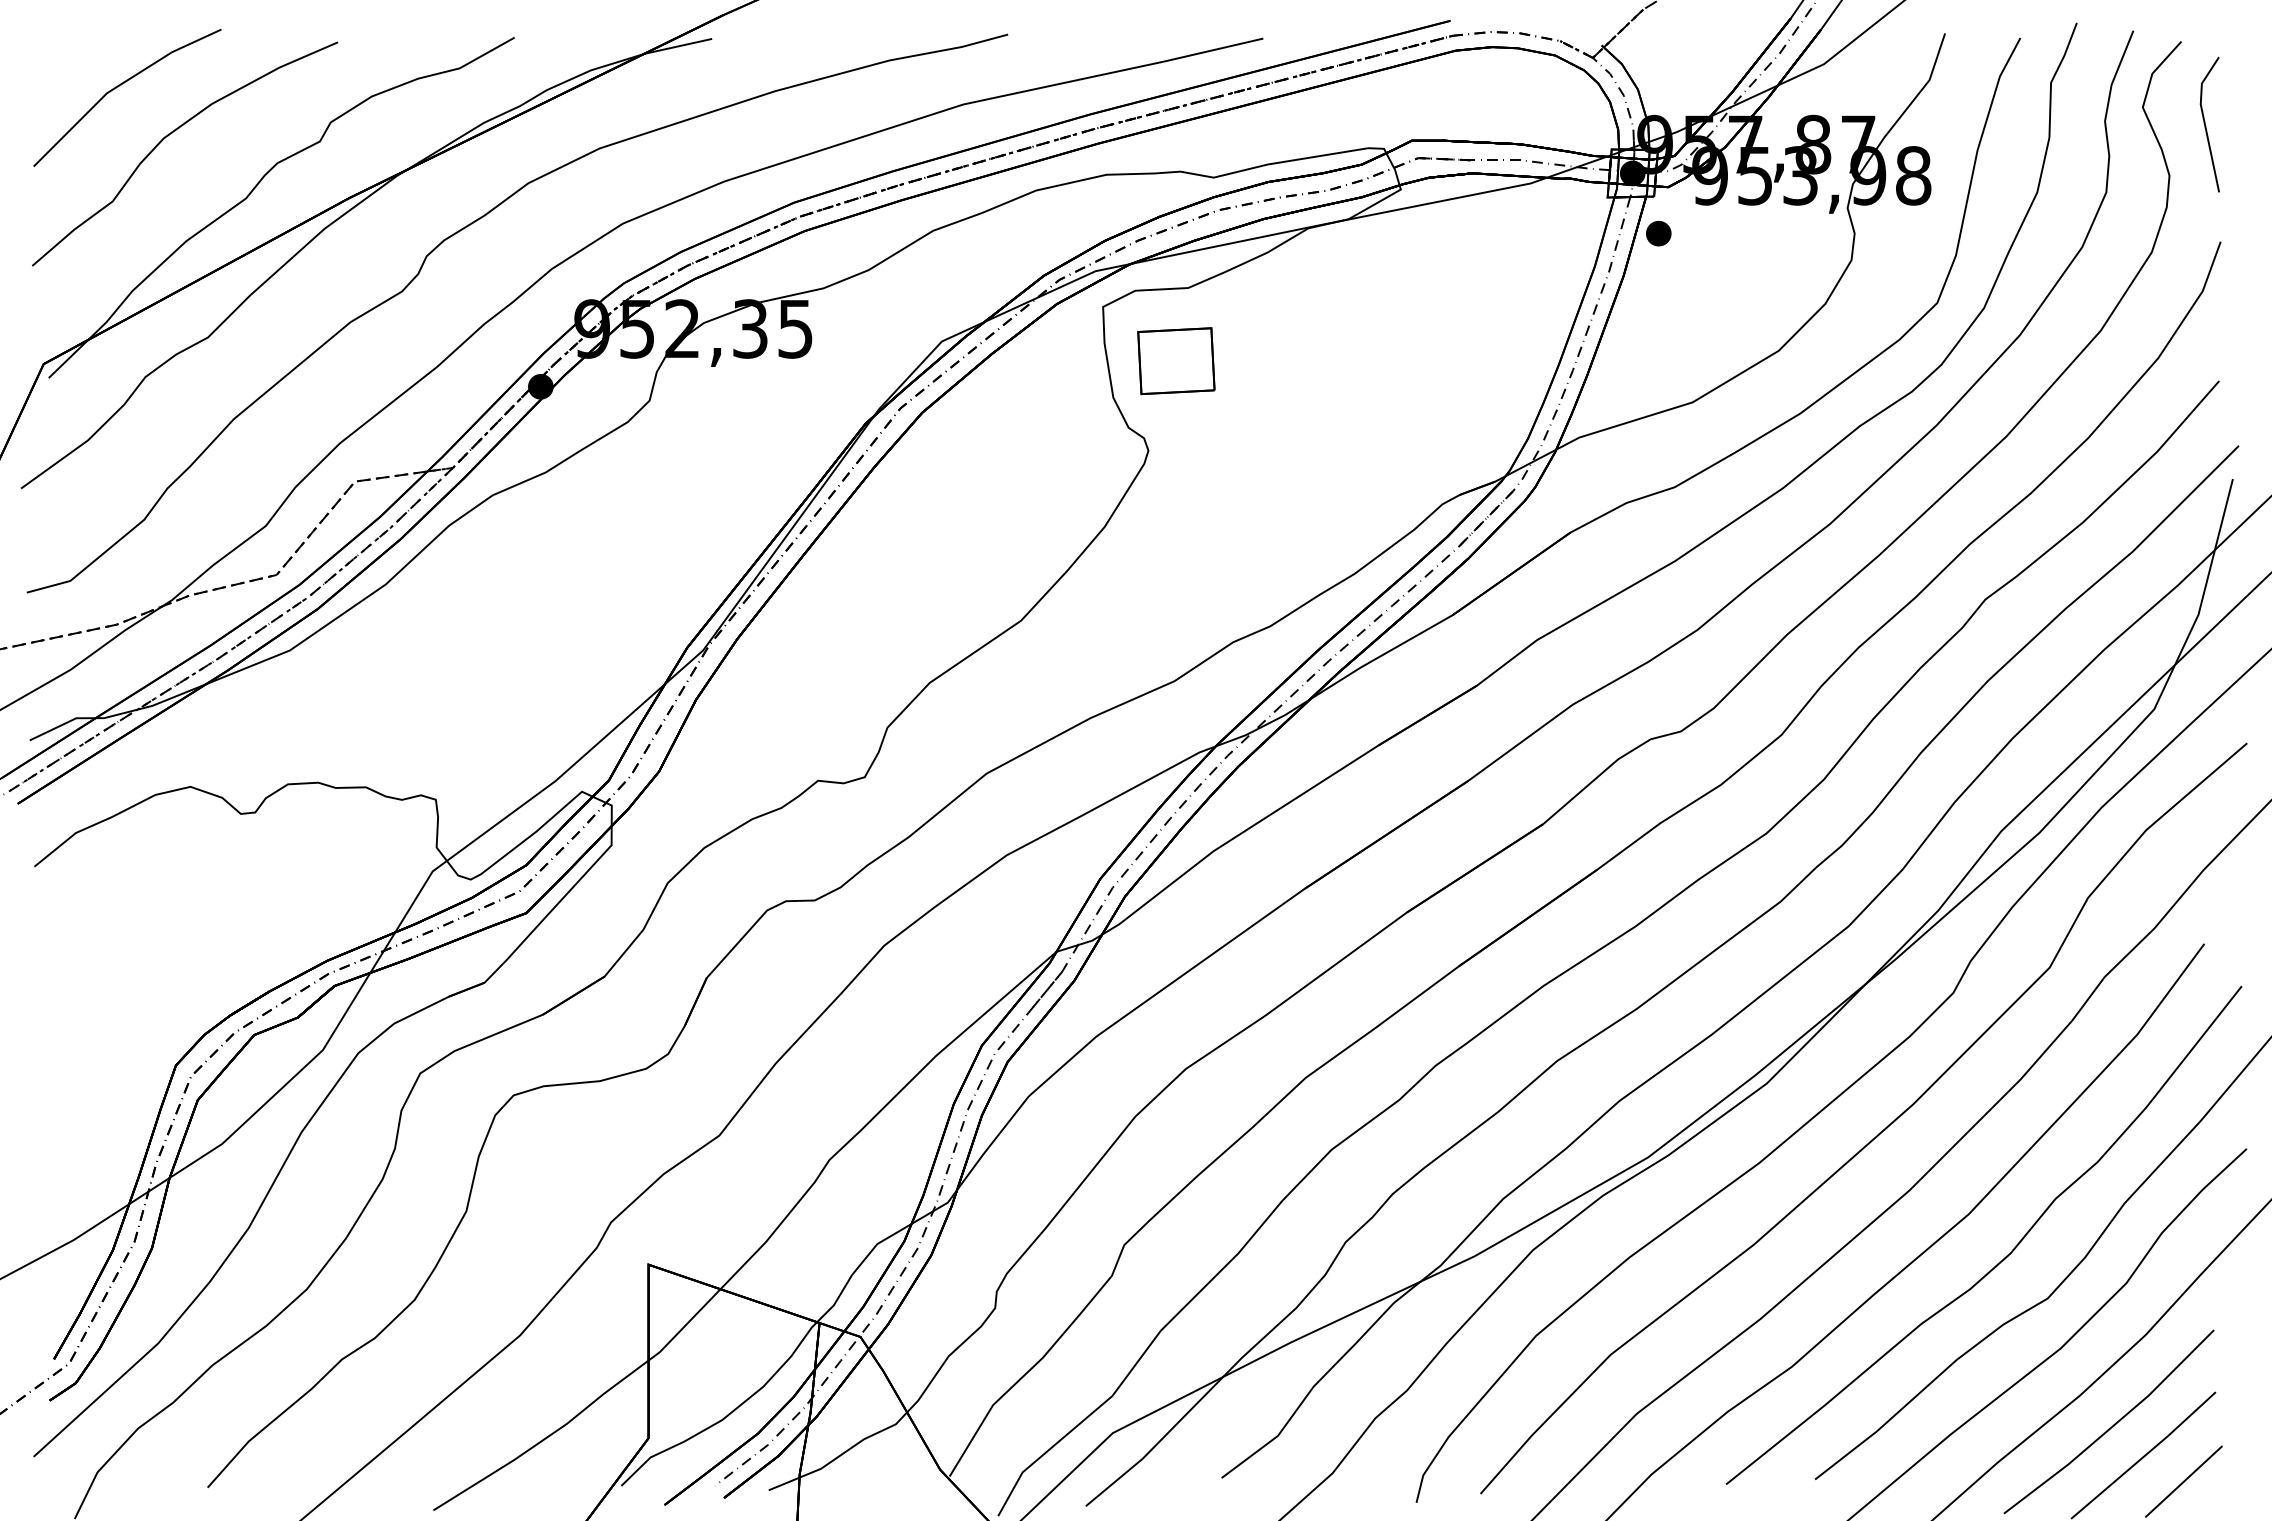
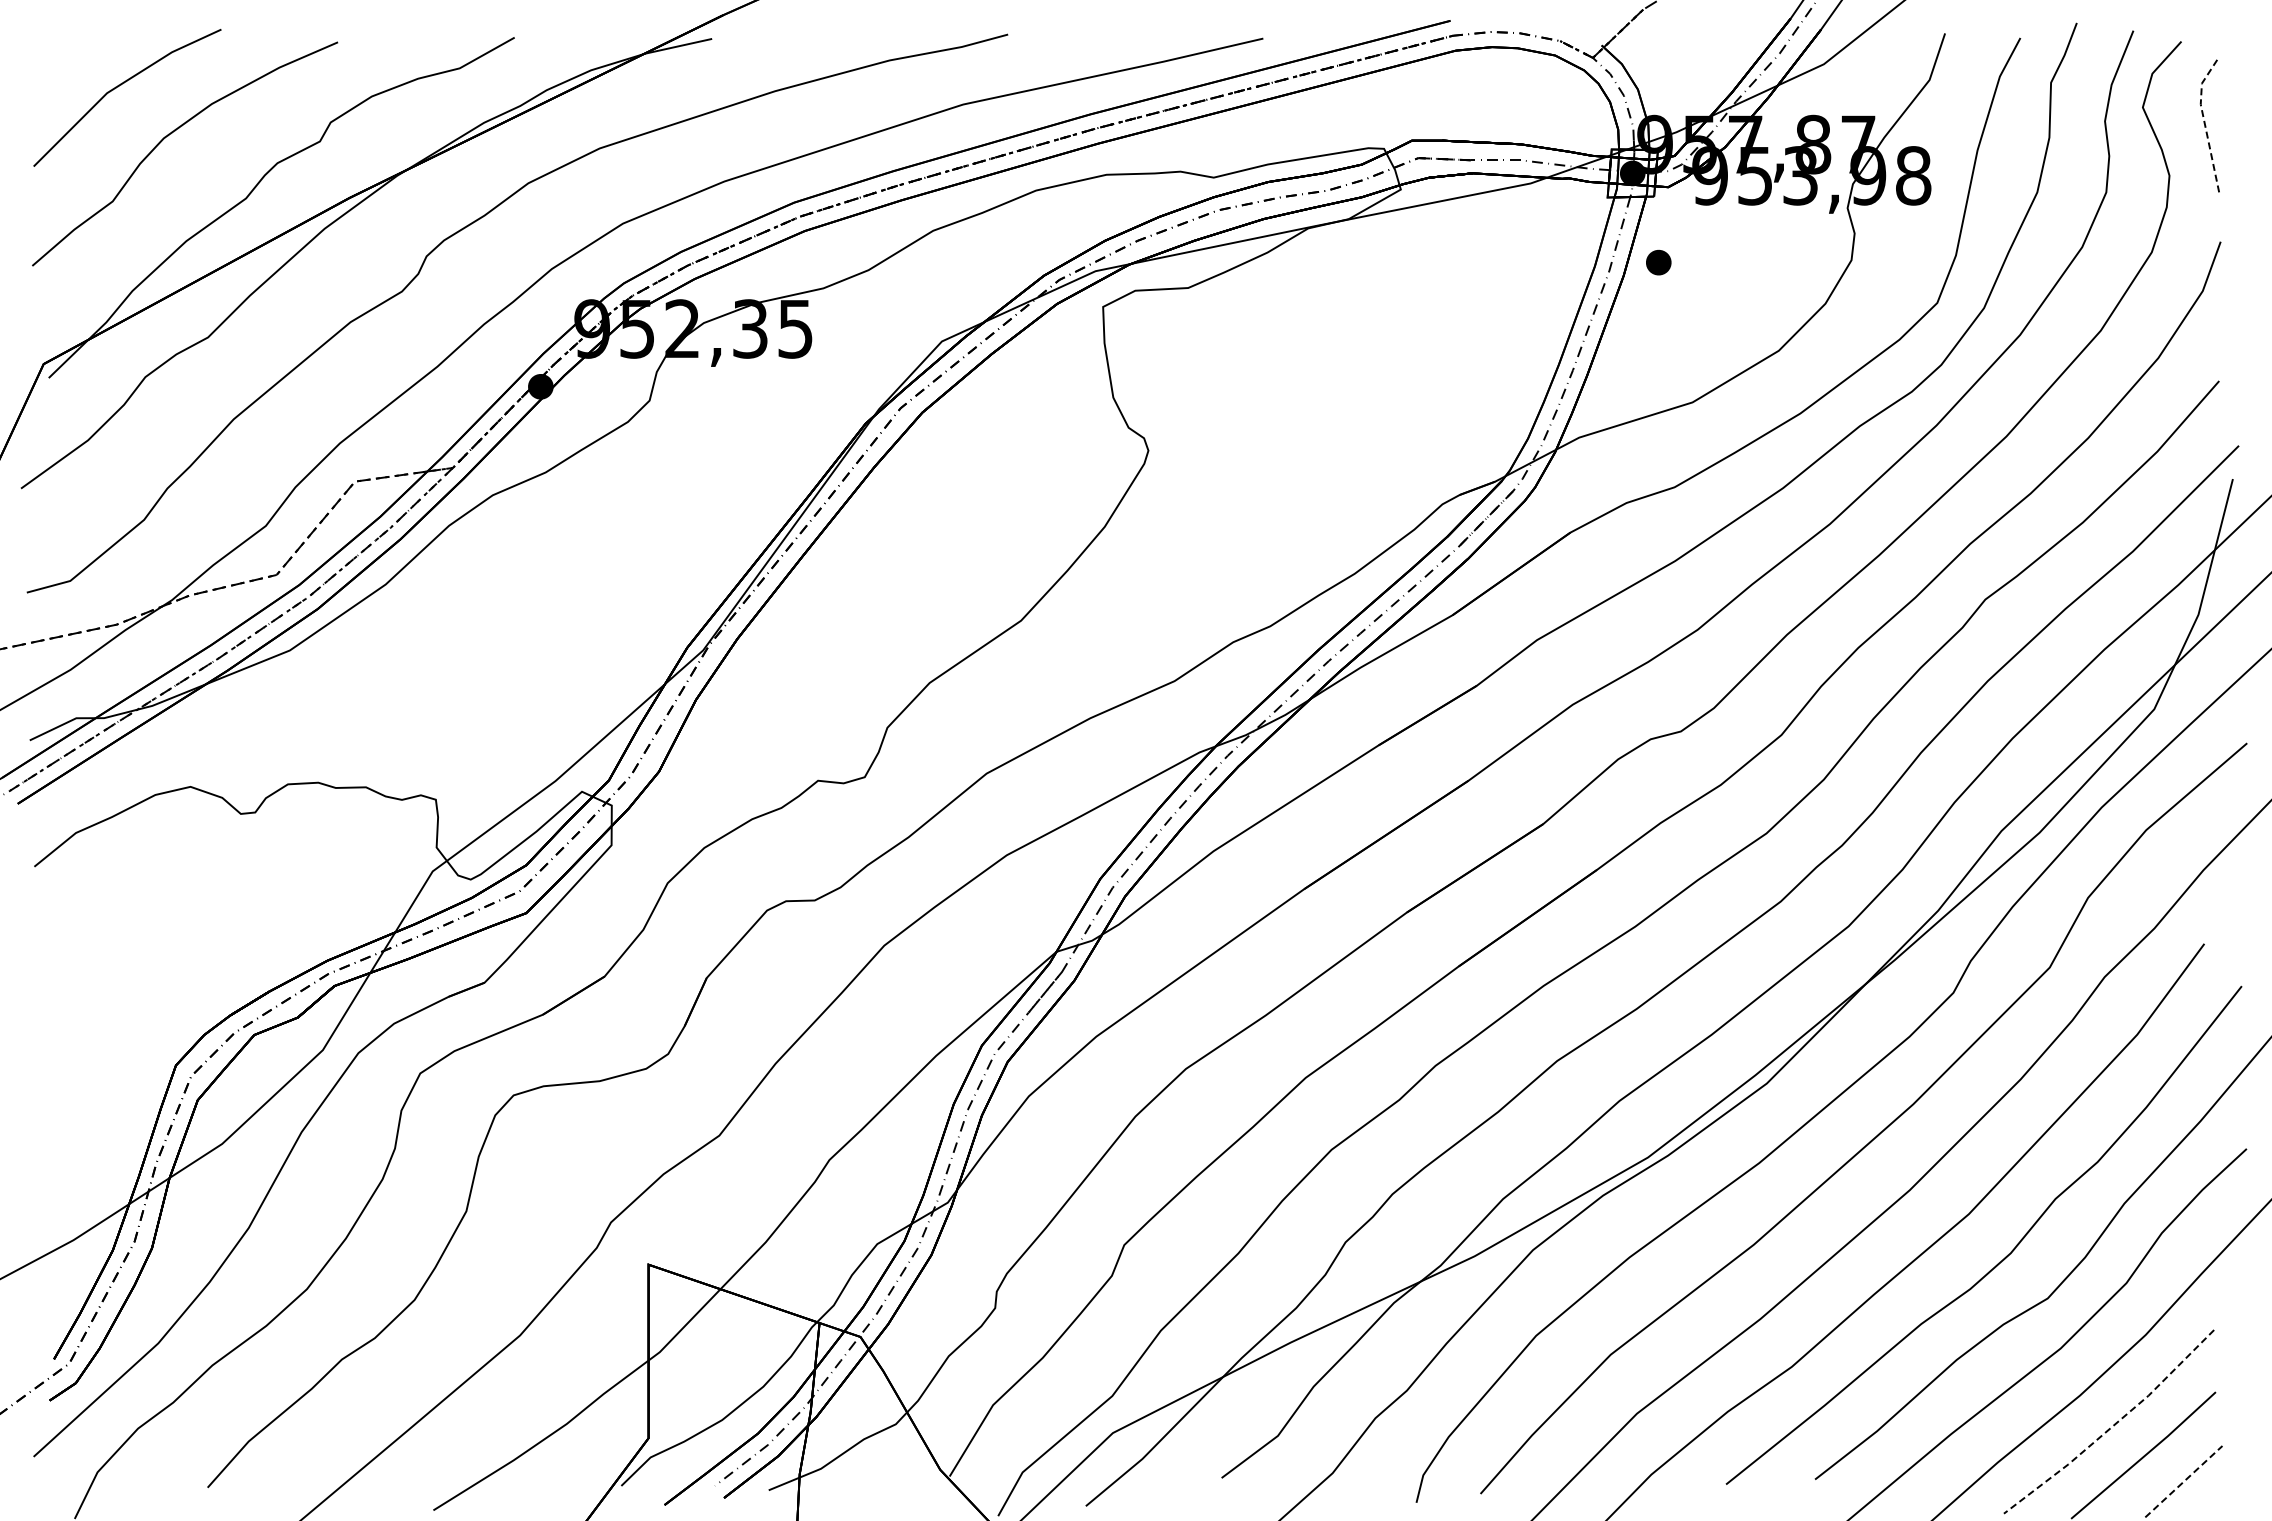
line at (2204, 121): solid -> dashed
part at (1658, 233) position: (1658, 233) -> (1658, 262)
part at (1176, 361): present -> none
line at (2112, 1426): solid -> dashed
line at (2183, 1481): solid -> dashed
